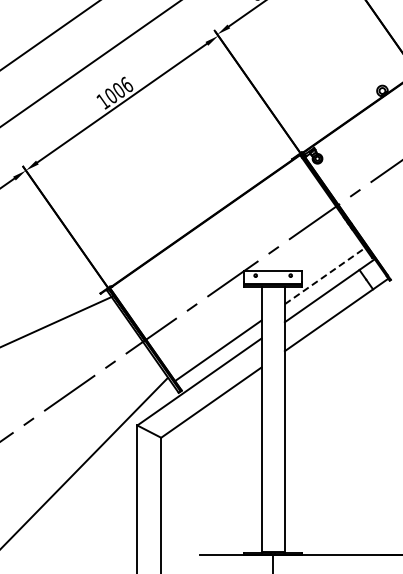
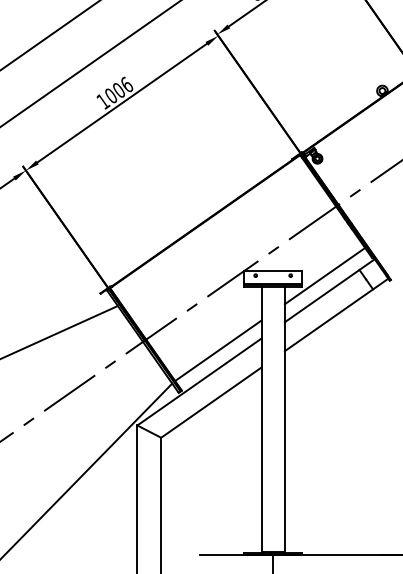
line at (325, 276): dashed -> solid
line at (57, 321) position: (57, 321) -> (59, 332)
line at (84, 462) position: (84, 462) -> (87, 470)
